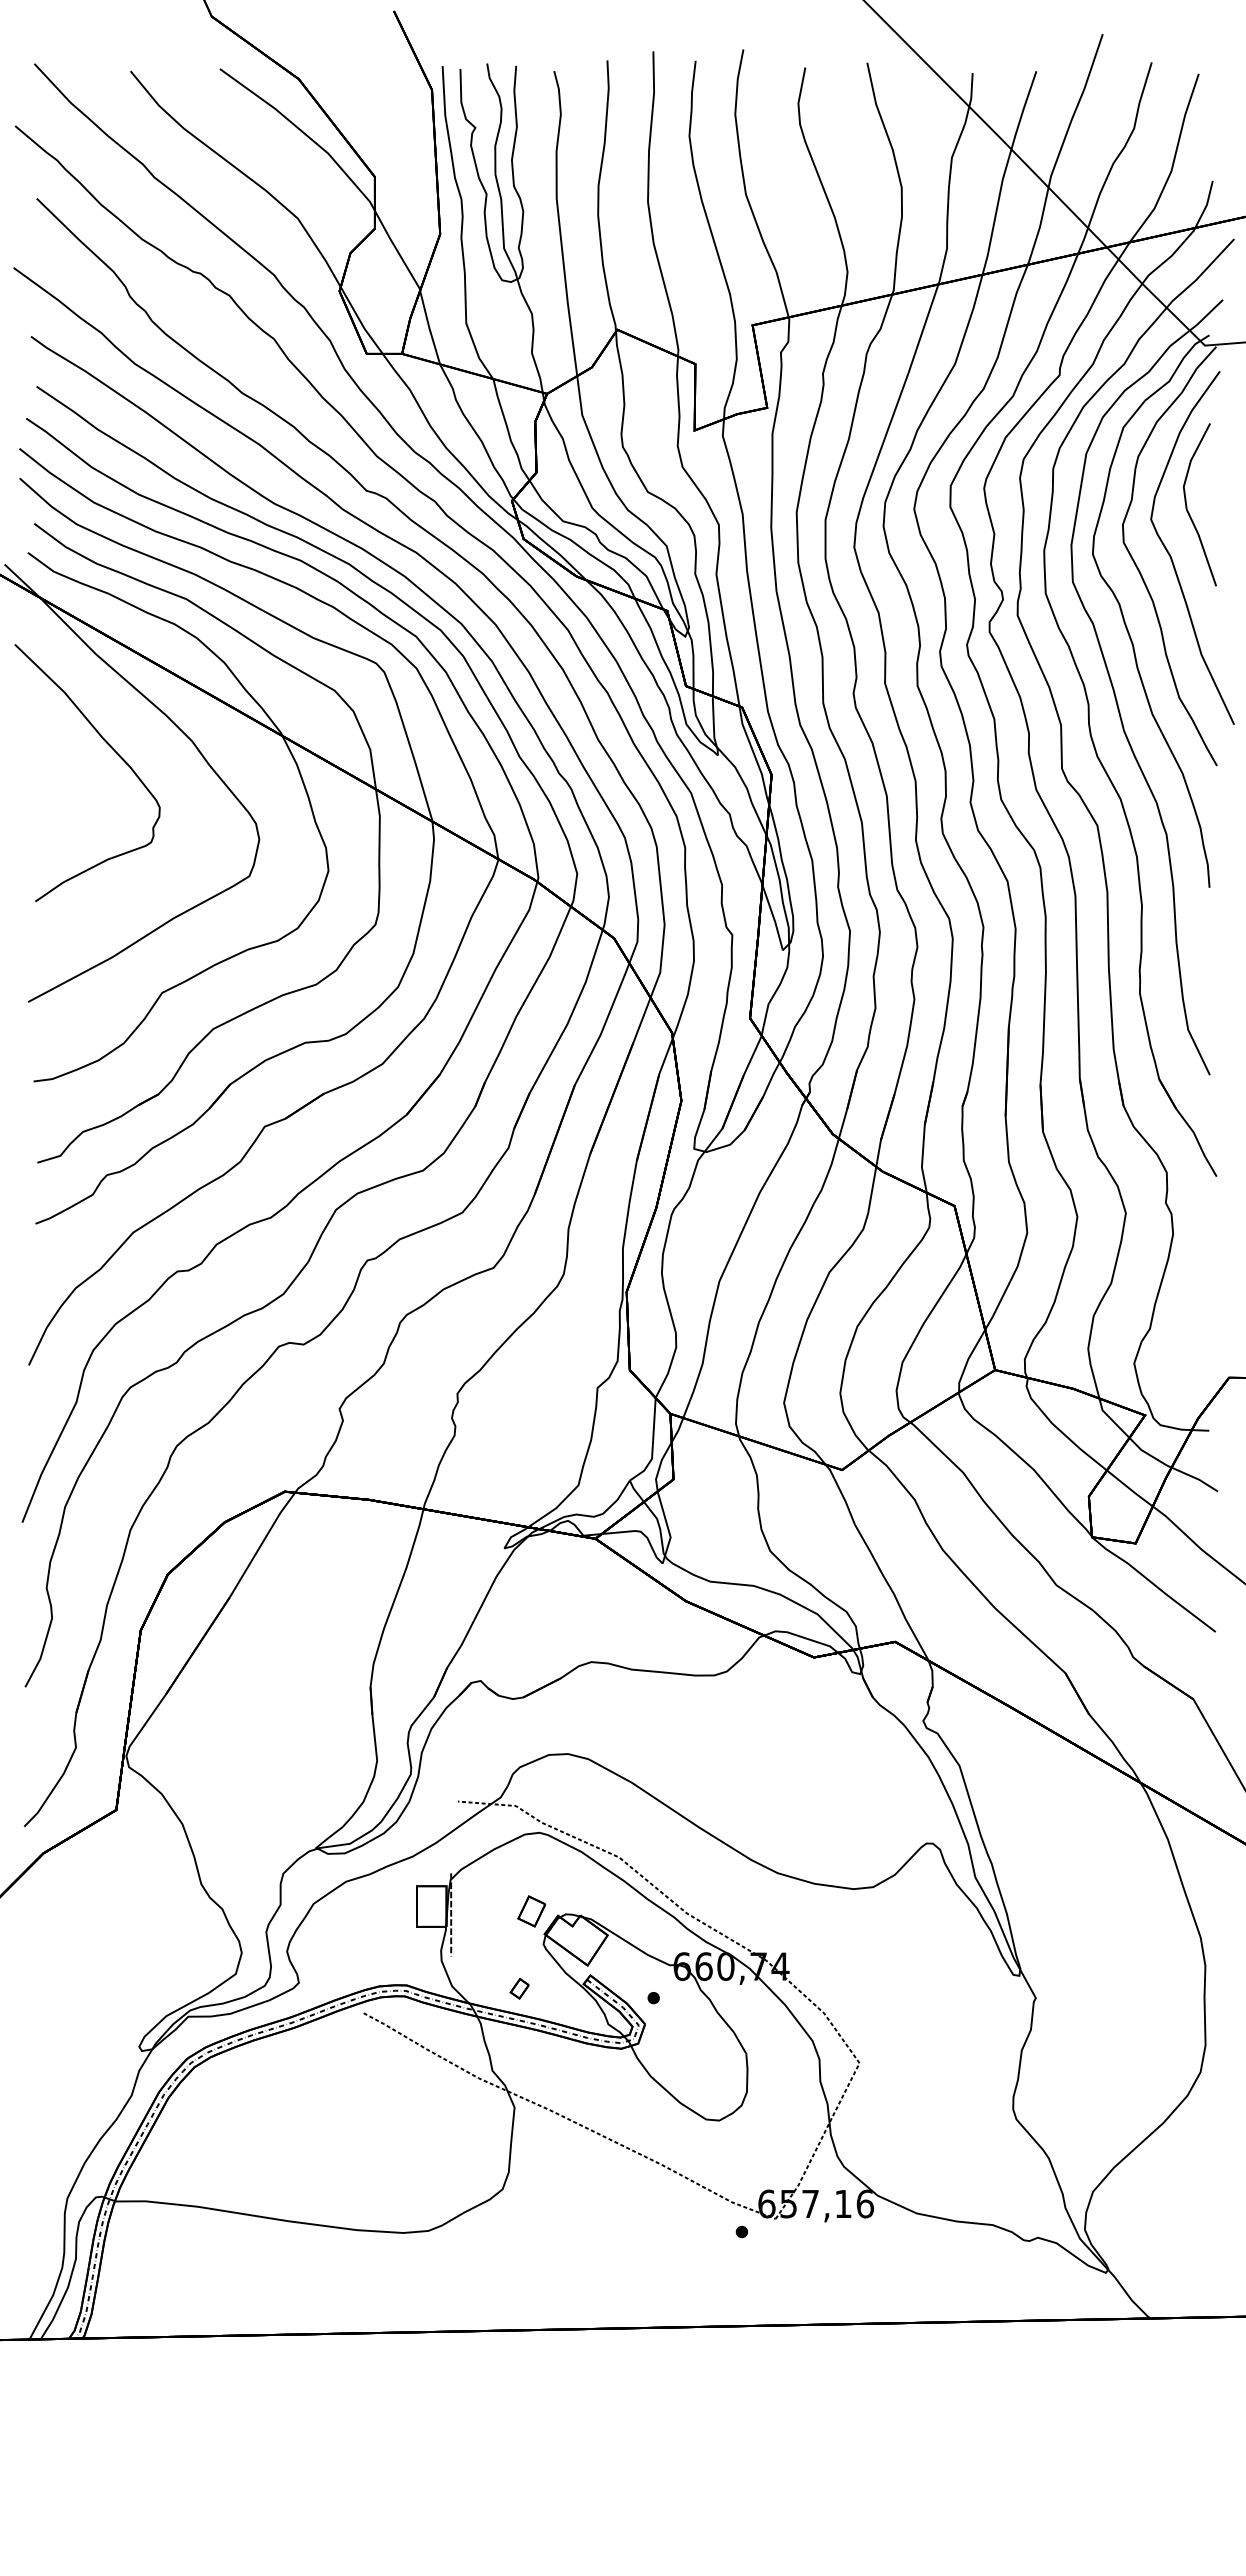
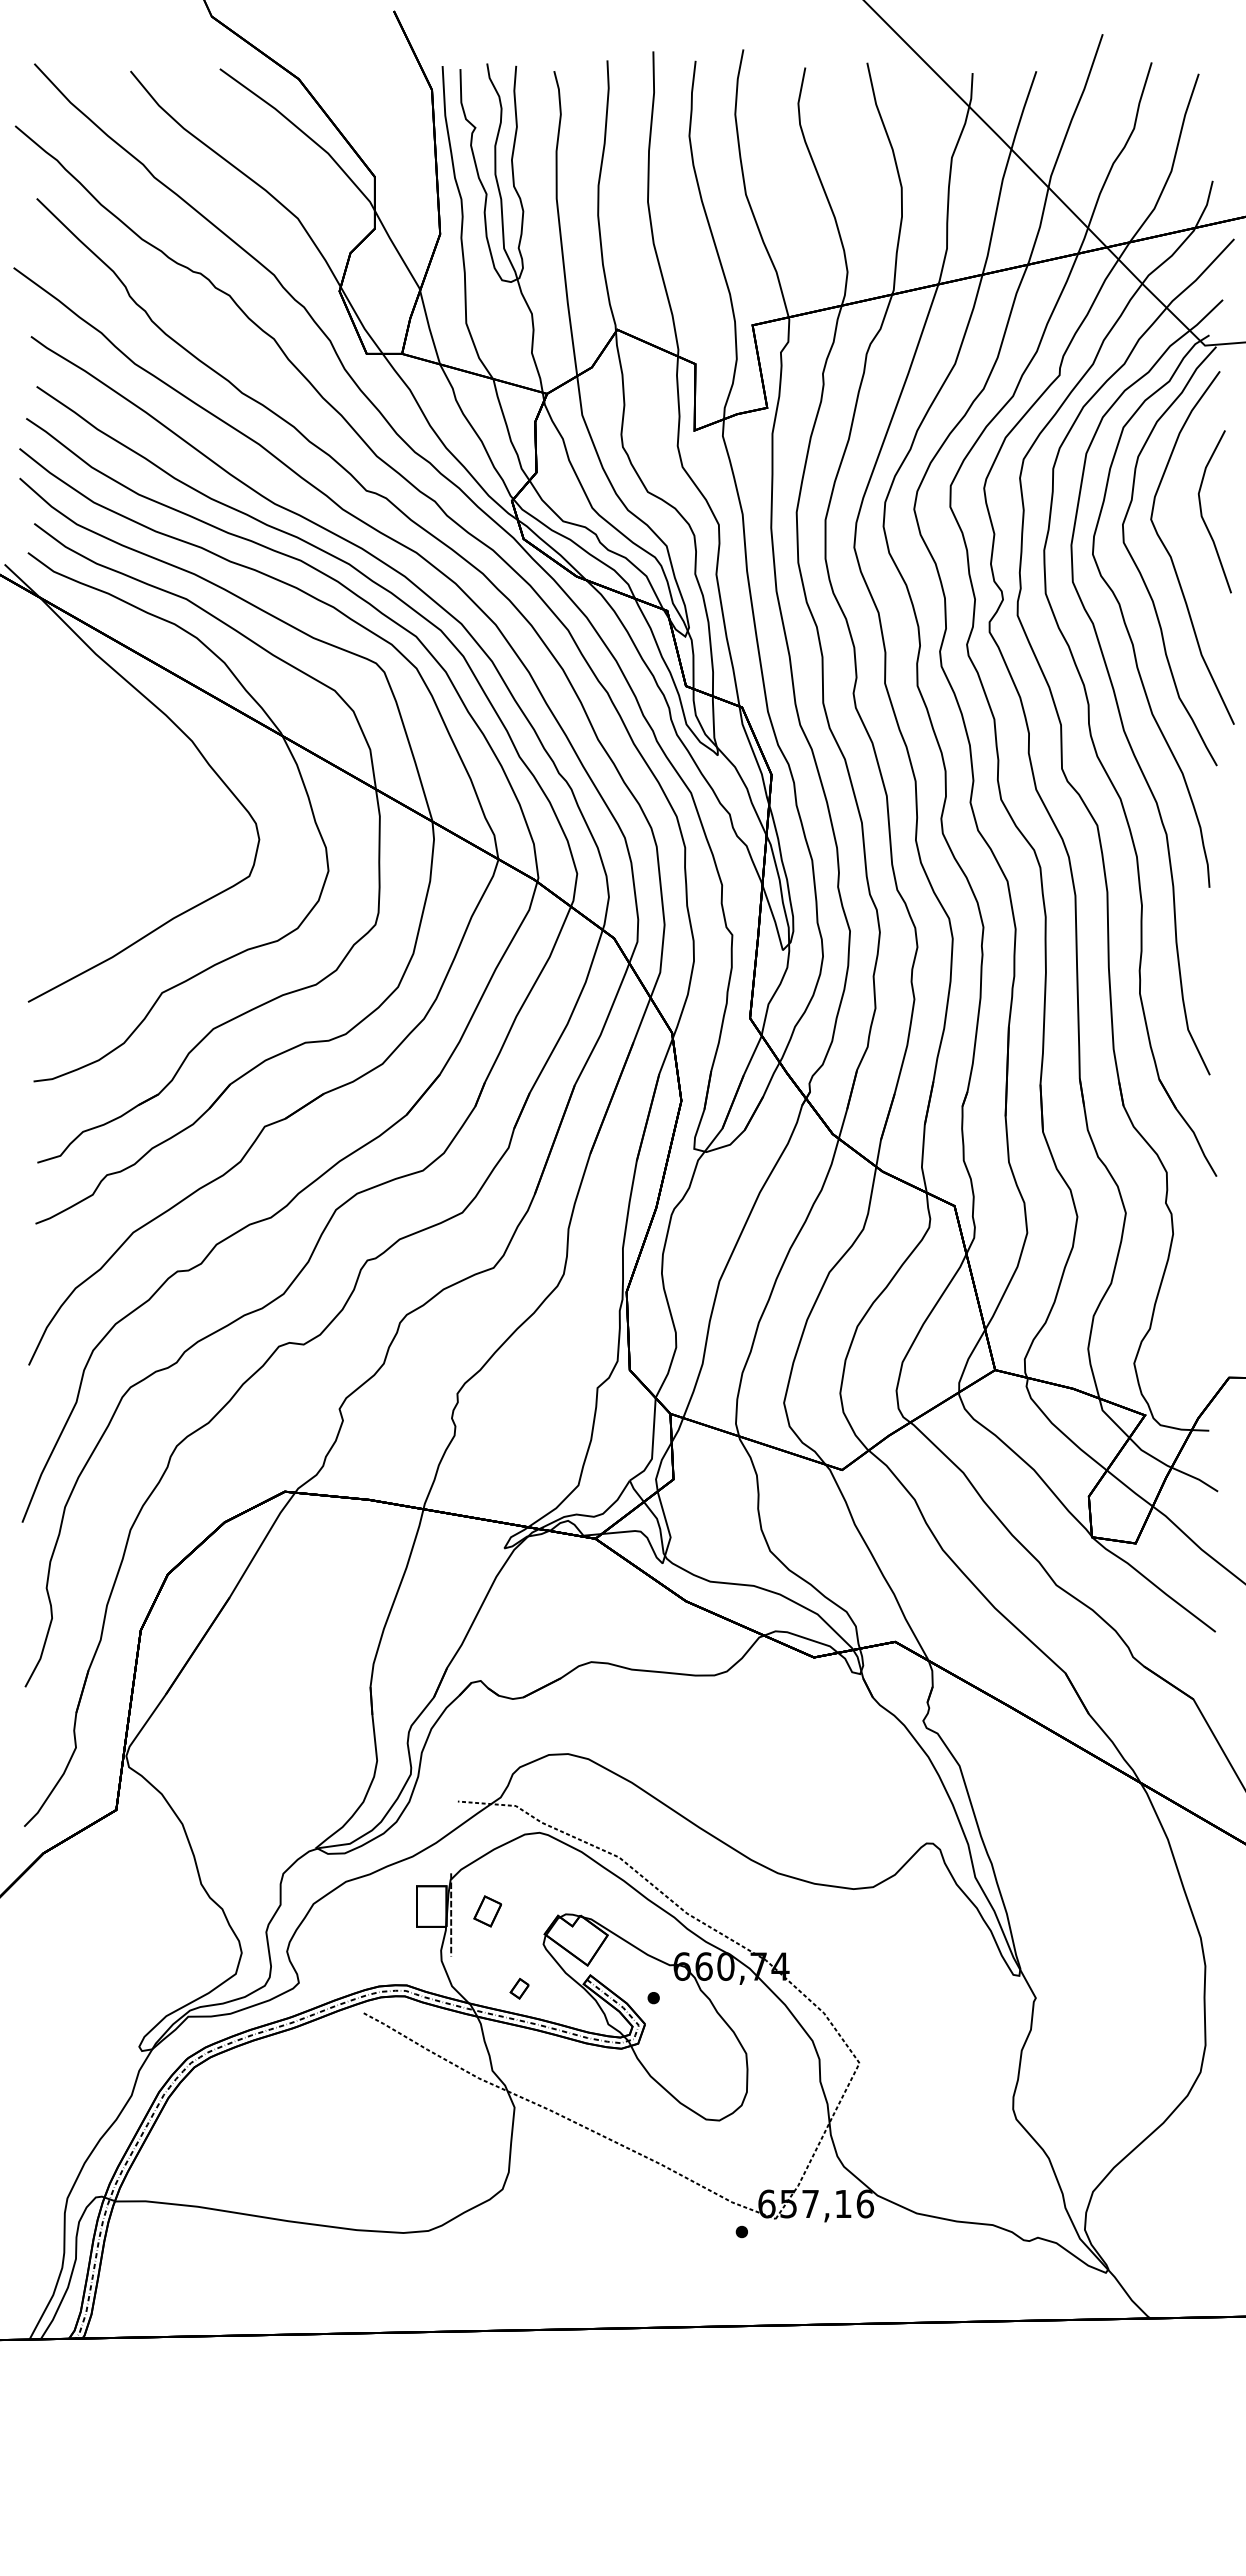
curve at (1187, 505) position: (1187, 505) -> (1202, 512)
curve at (111, 748): present -> none
part at (531, 1911) position: (531, 1911) -> (487, 1911)
